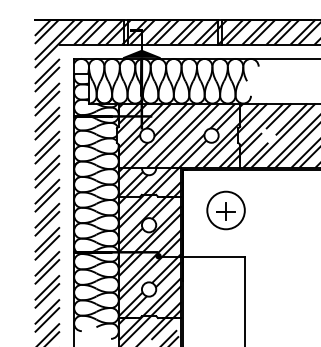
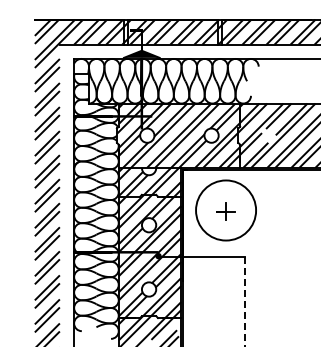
circle at (225, 210) diameter: 38 px -> 60 px
line at (244, 301): solid -> dashed
